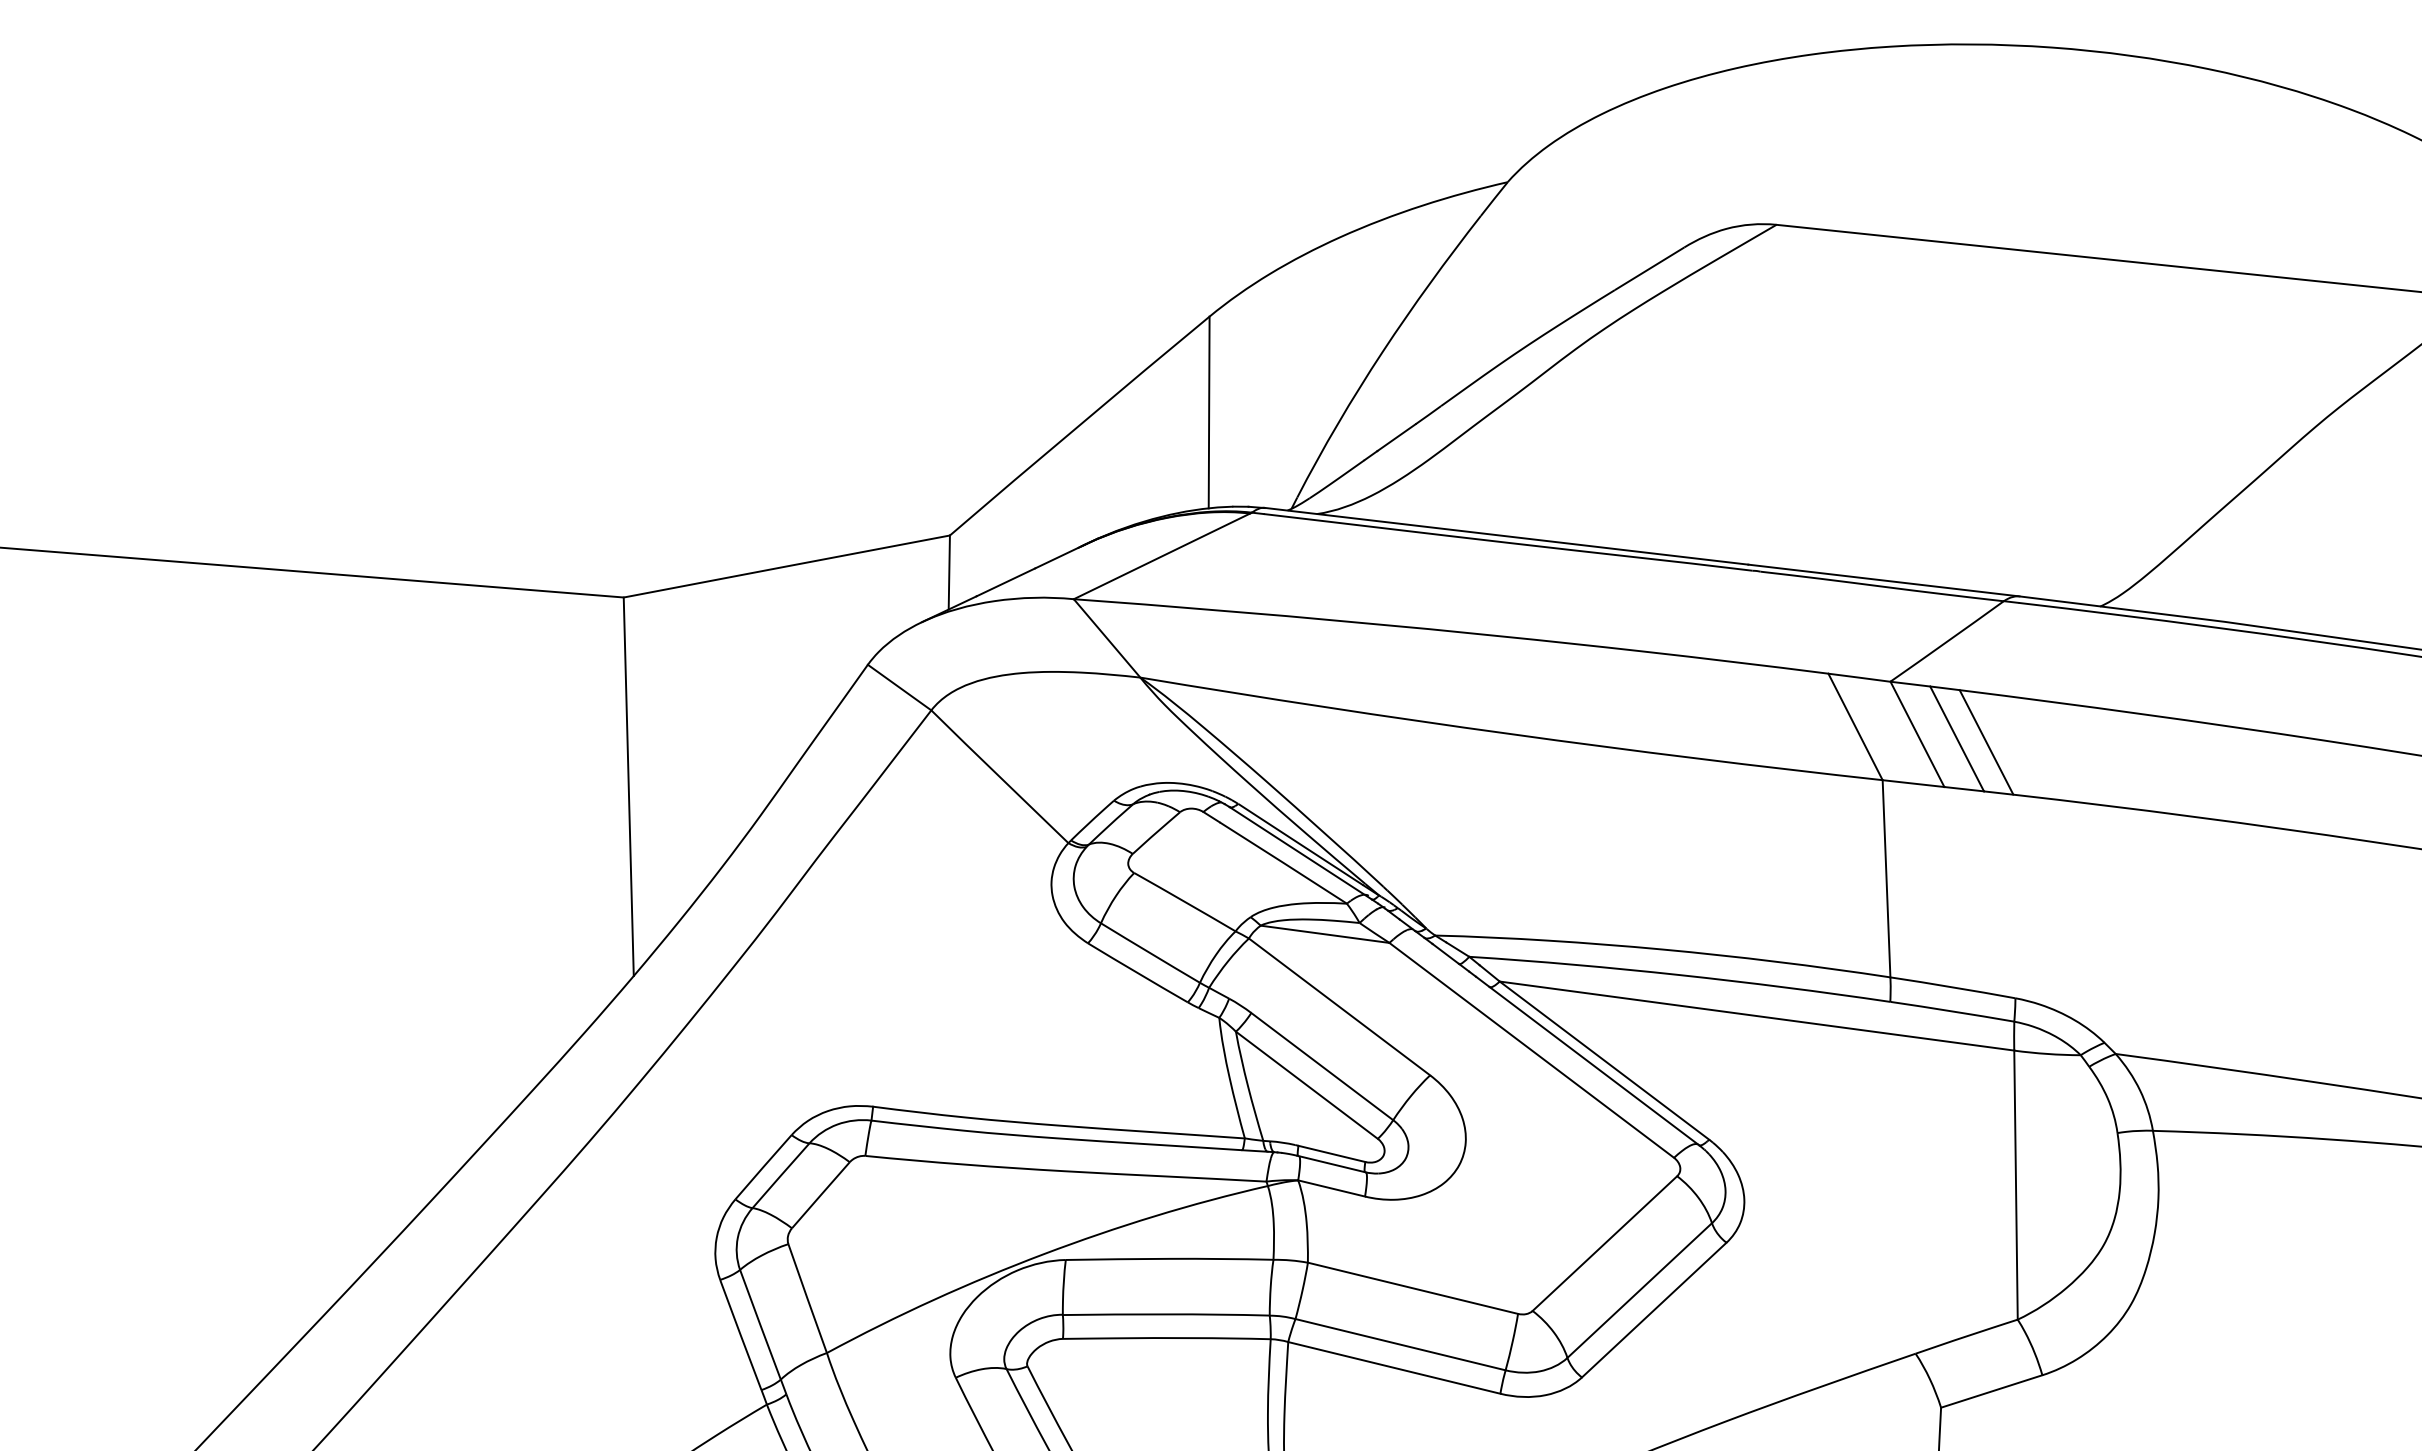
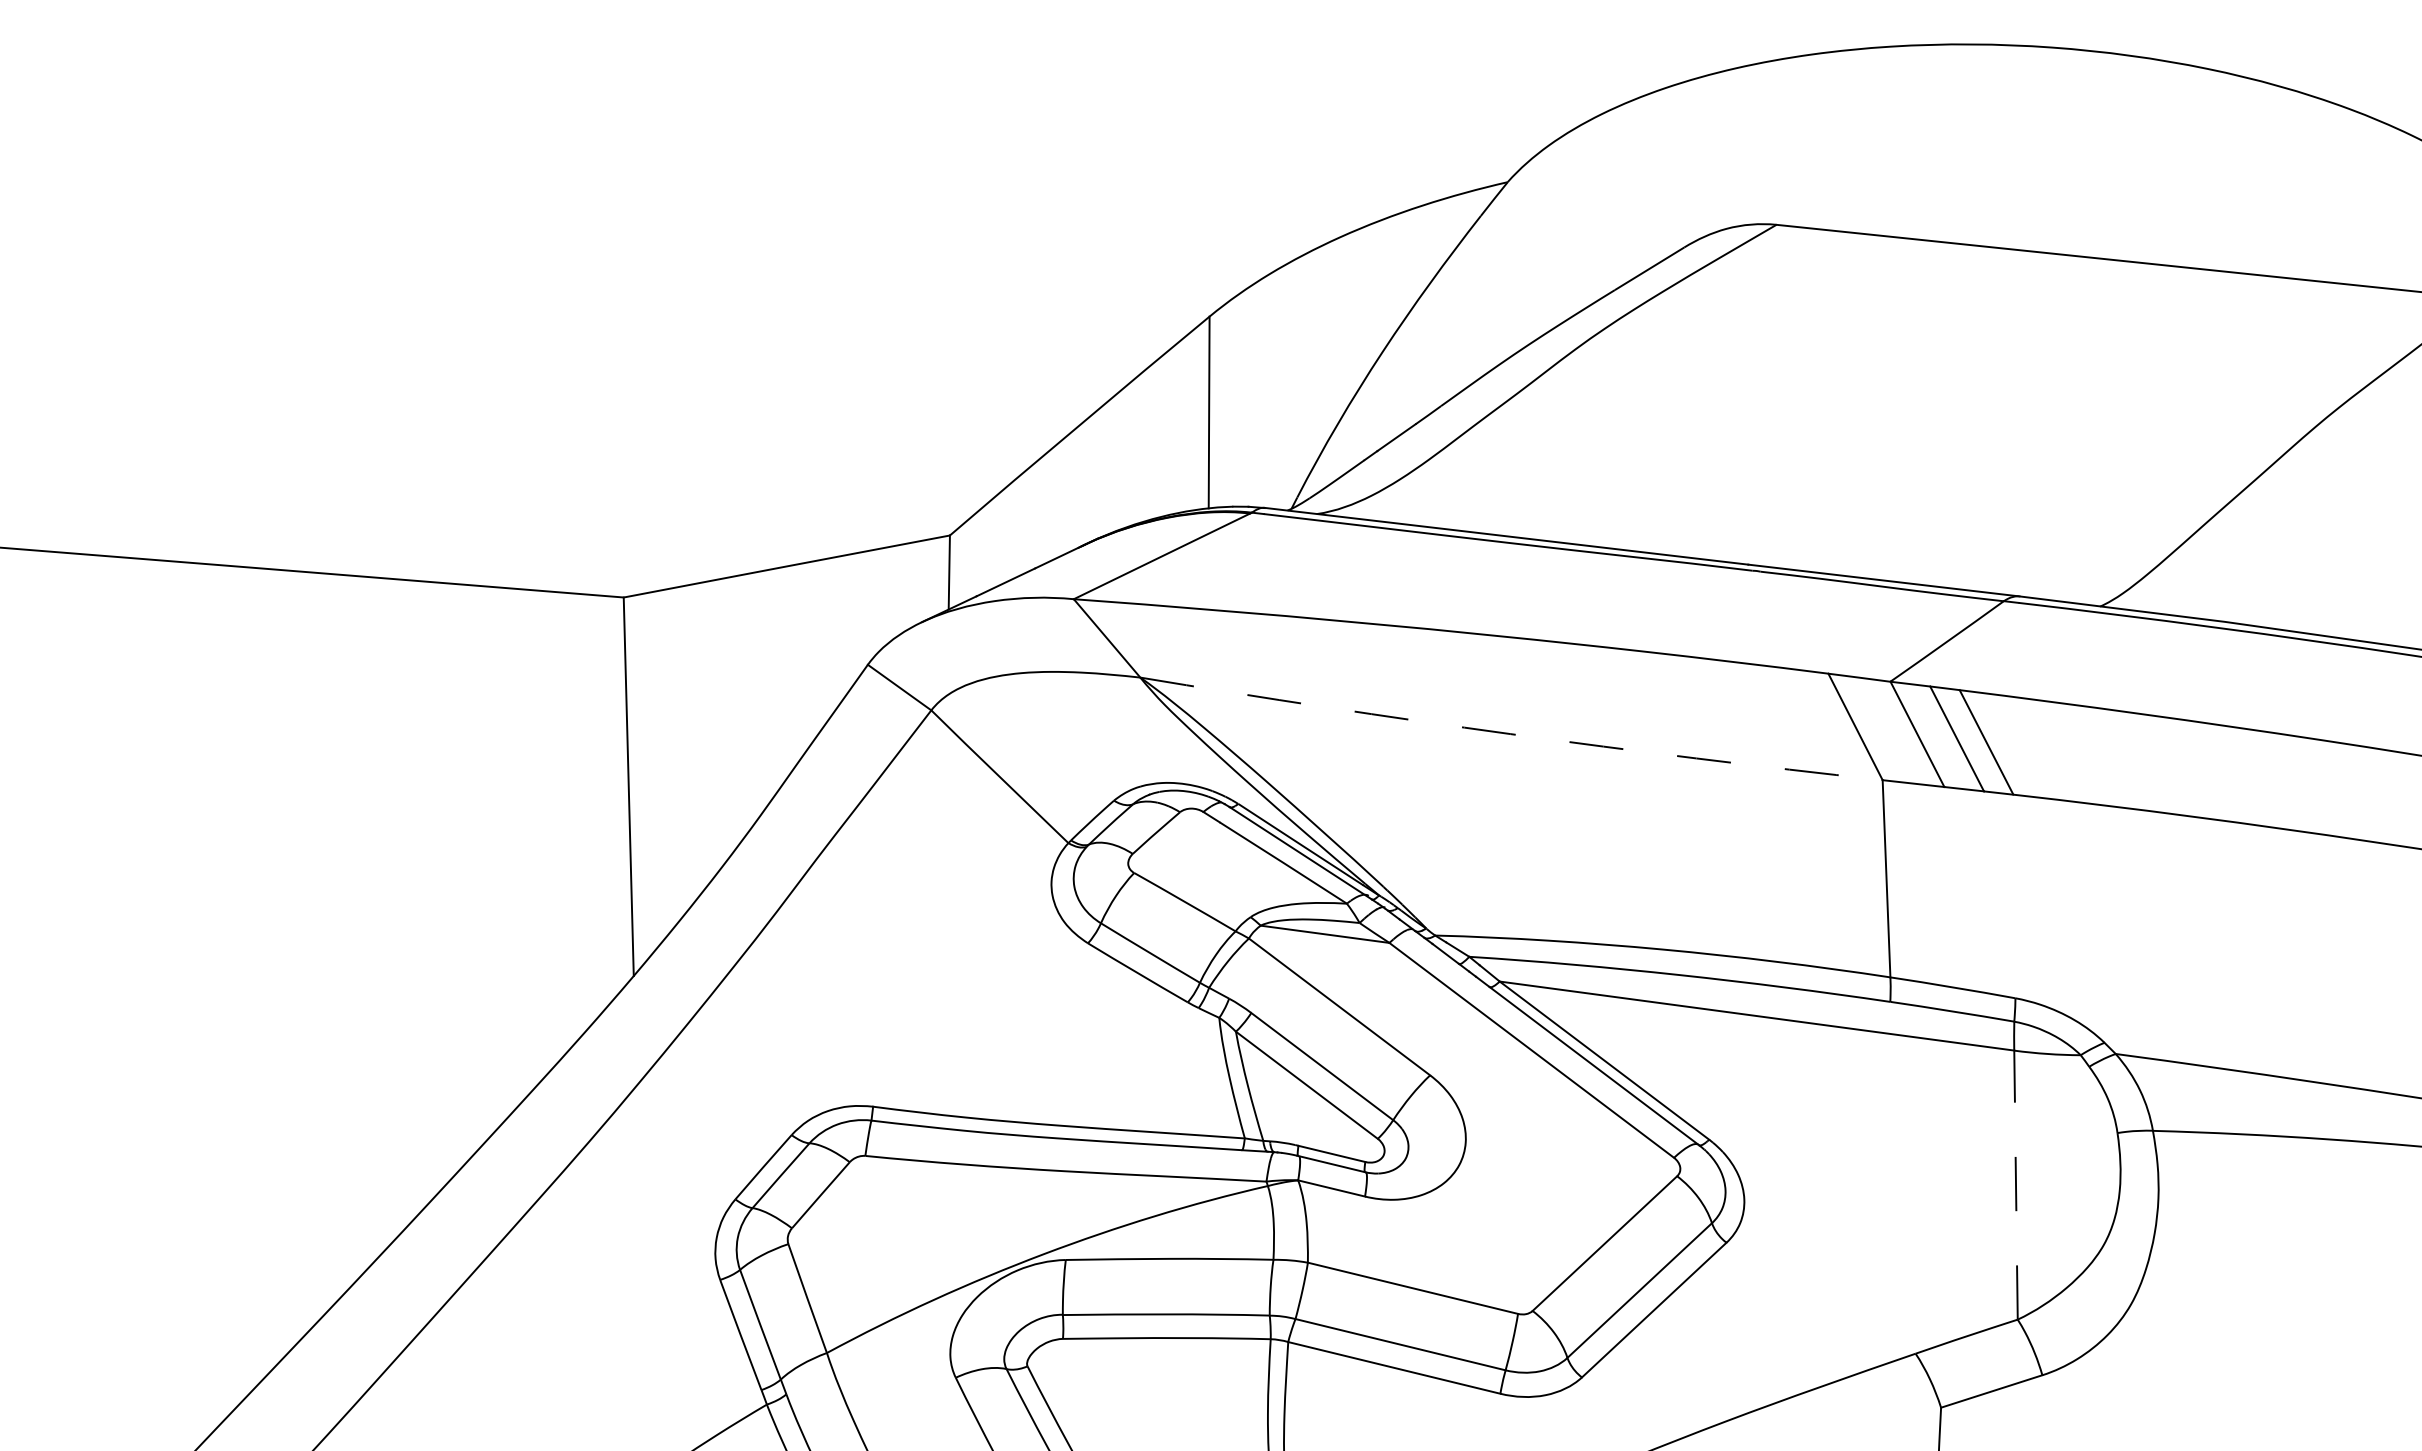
arc at (1510, 734): solid -> dashed
line at (2016, 1185): solid -> dashed
